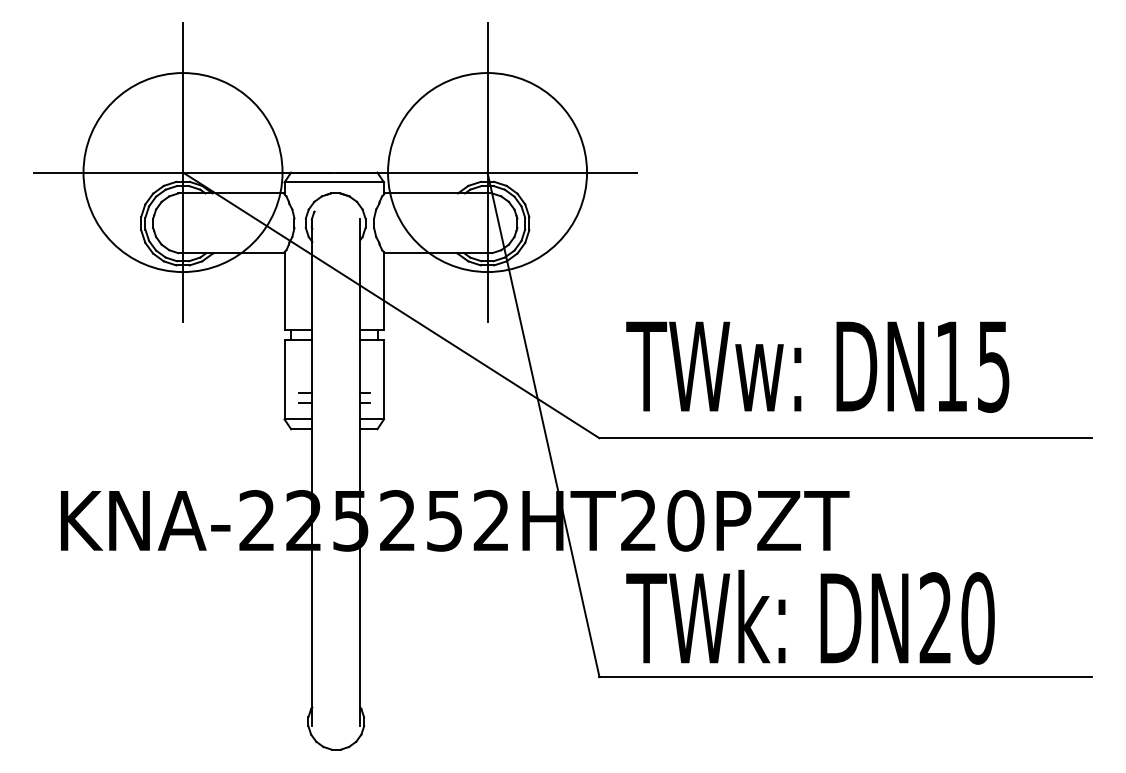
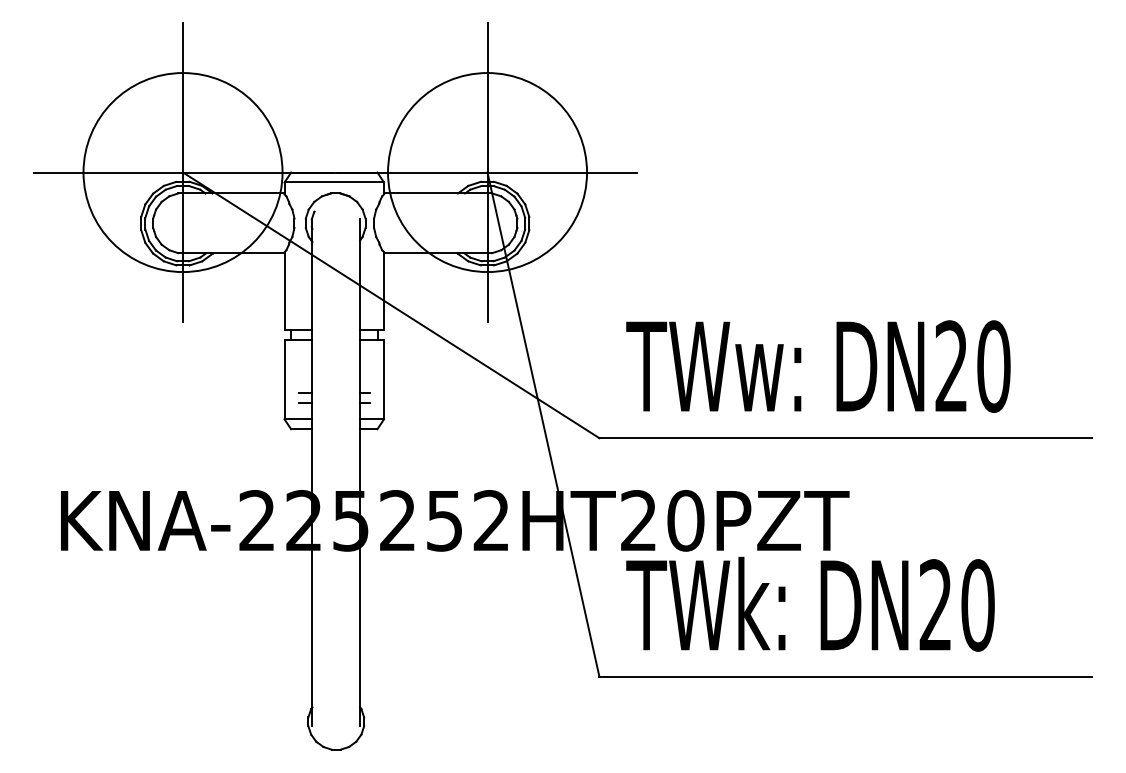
text at (972, 366): DN15 -> DN20
text at (810, 616) position: (810, 616) -> (810, 603)
